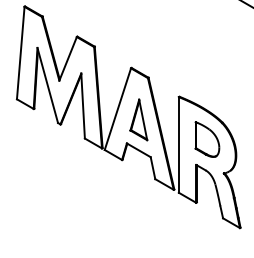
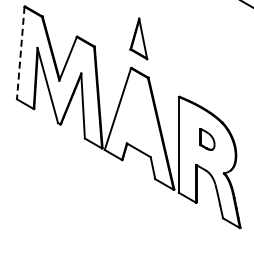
line at (20, 53): solid -> dashed
part at (138, 119) position: (138, 119) -> (138, 38)
part at (207, 139) size: 27x37 px -> 17x23 px
